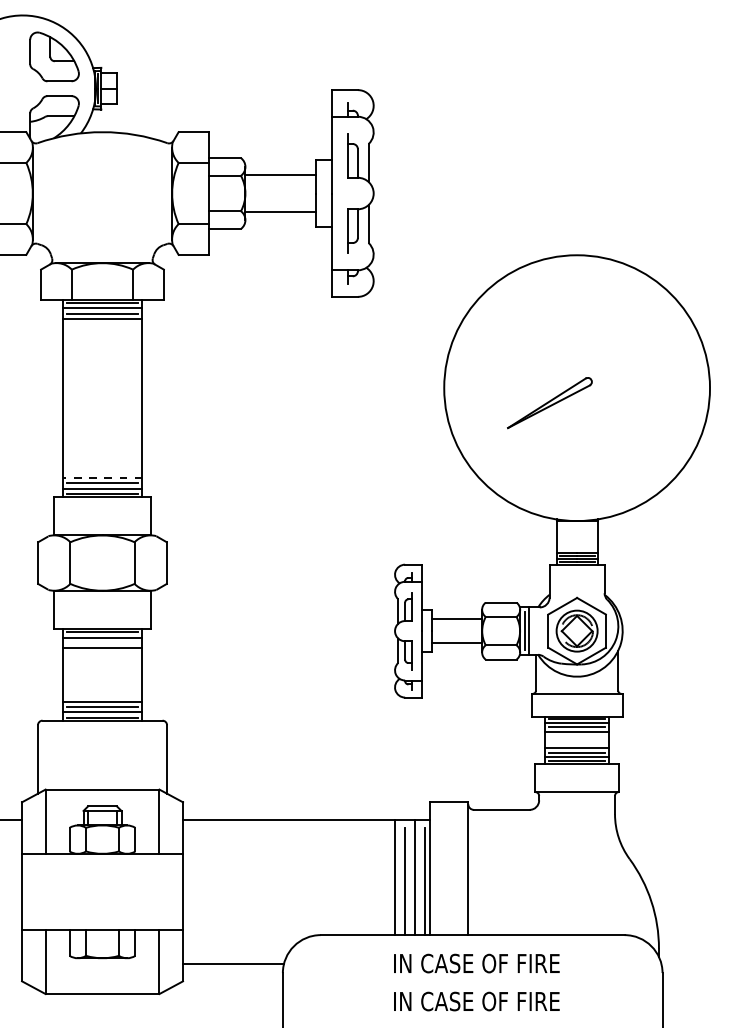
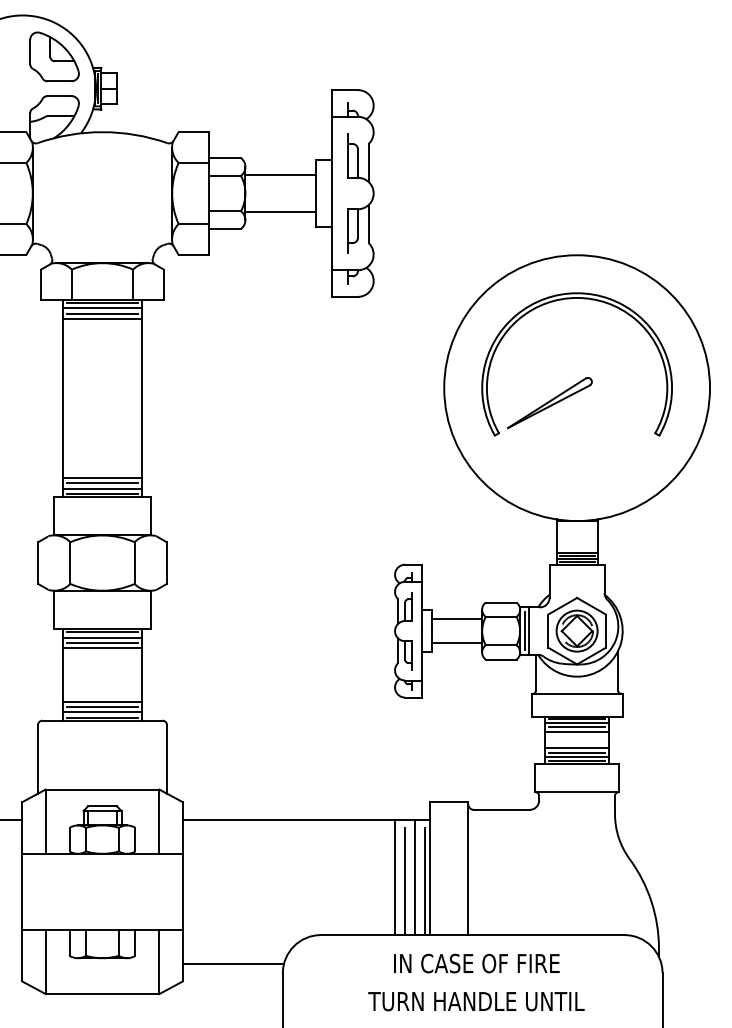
part at (570, 299): none -> present
line at (102, 477): dashed -> solid
line at (102, 642): none -> present
text at (476, 1001): IN CASE OF FIRE -> TURN HANDLE UNTIL
